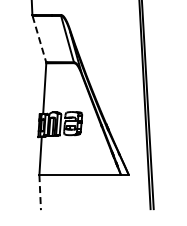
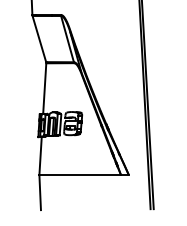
line at (39, 39): dashed -> solid
line at (40, 192): dashed -> solid
